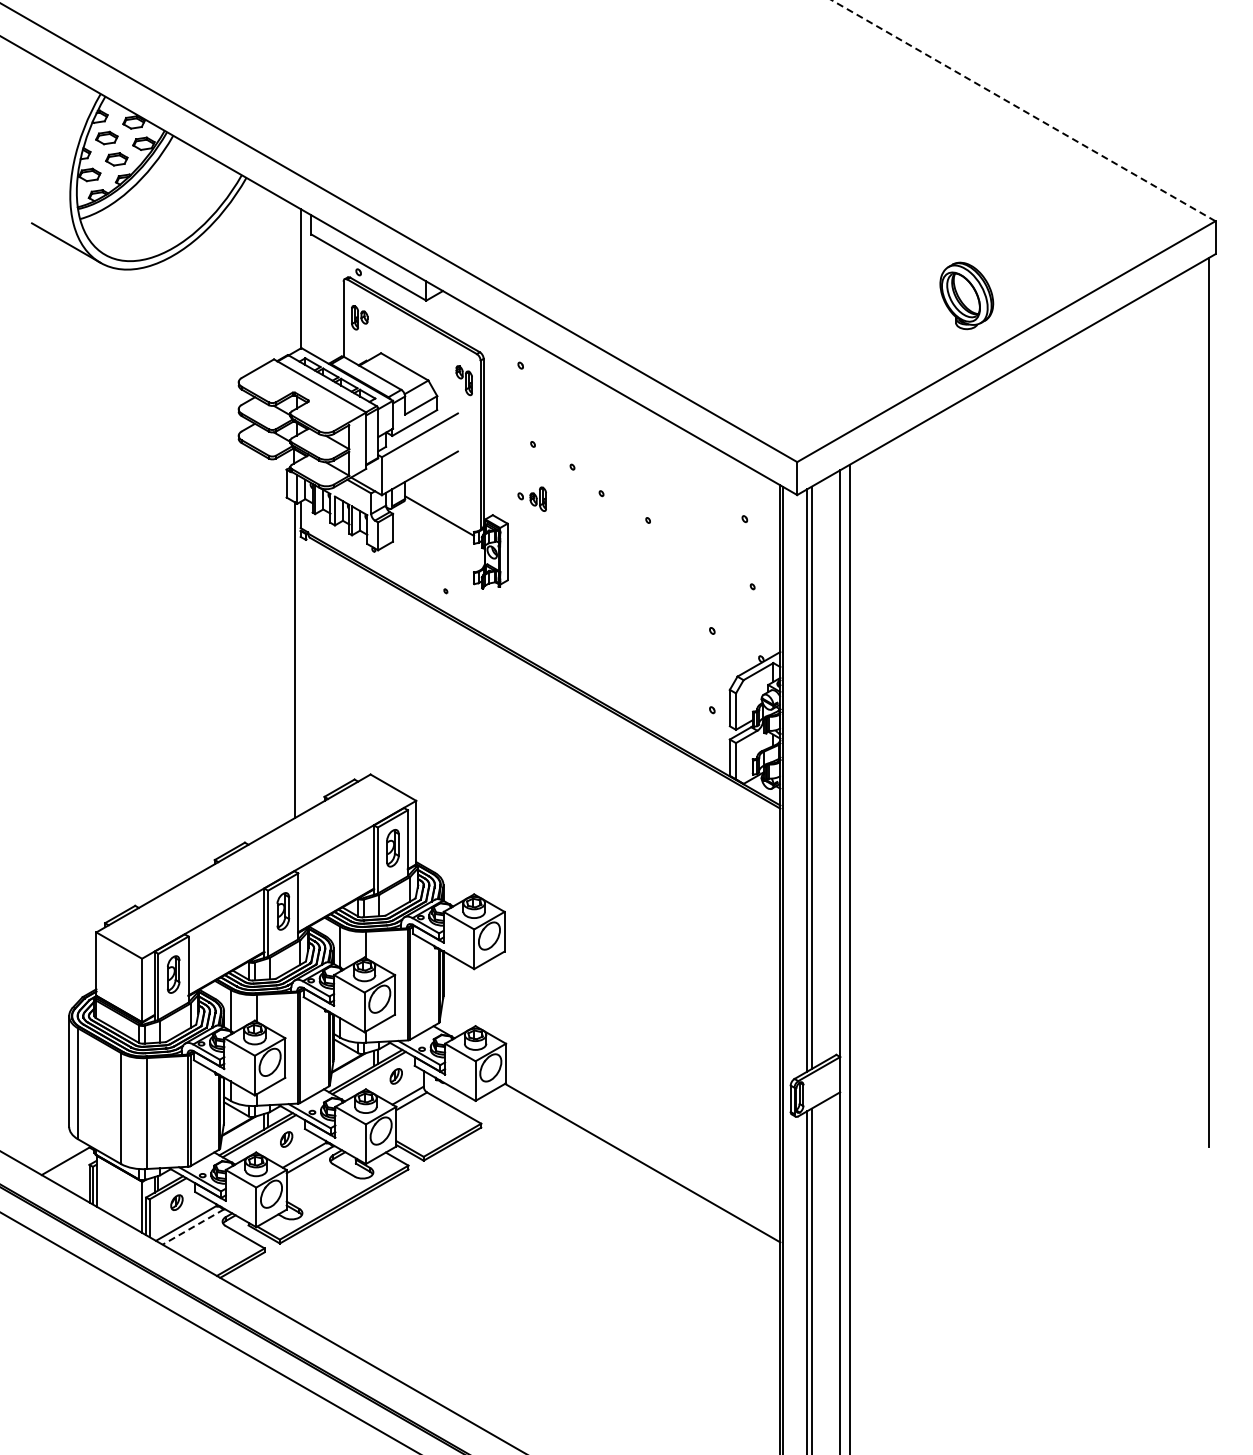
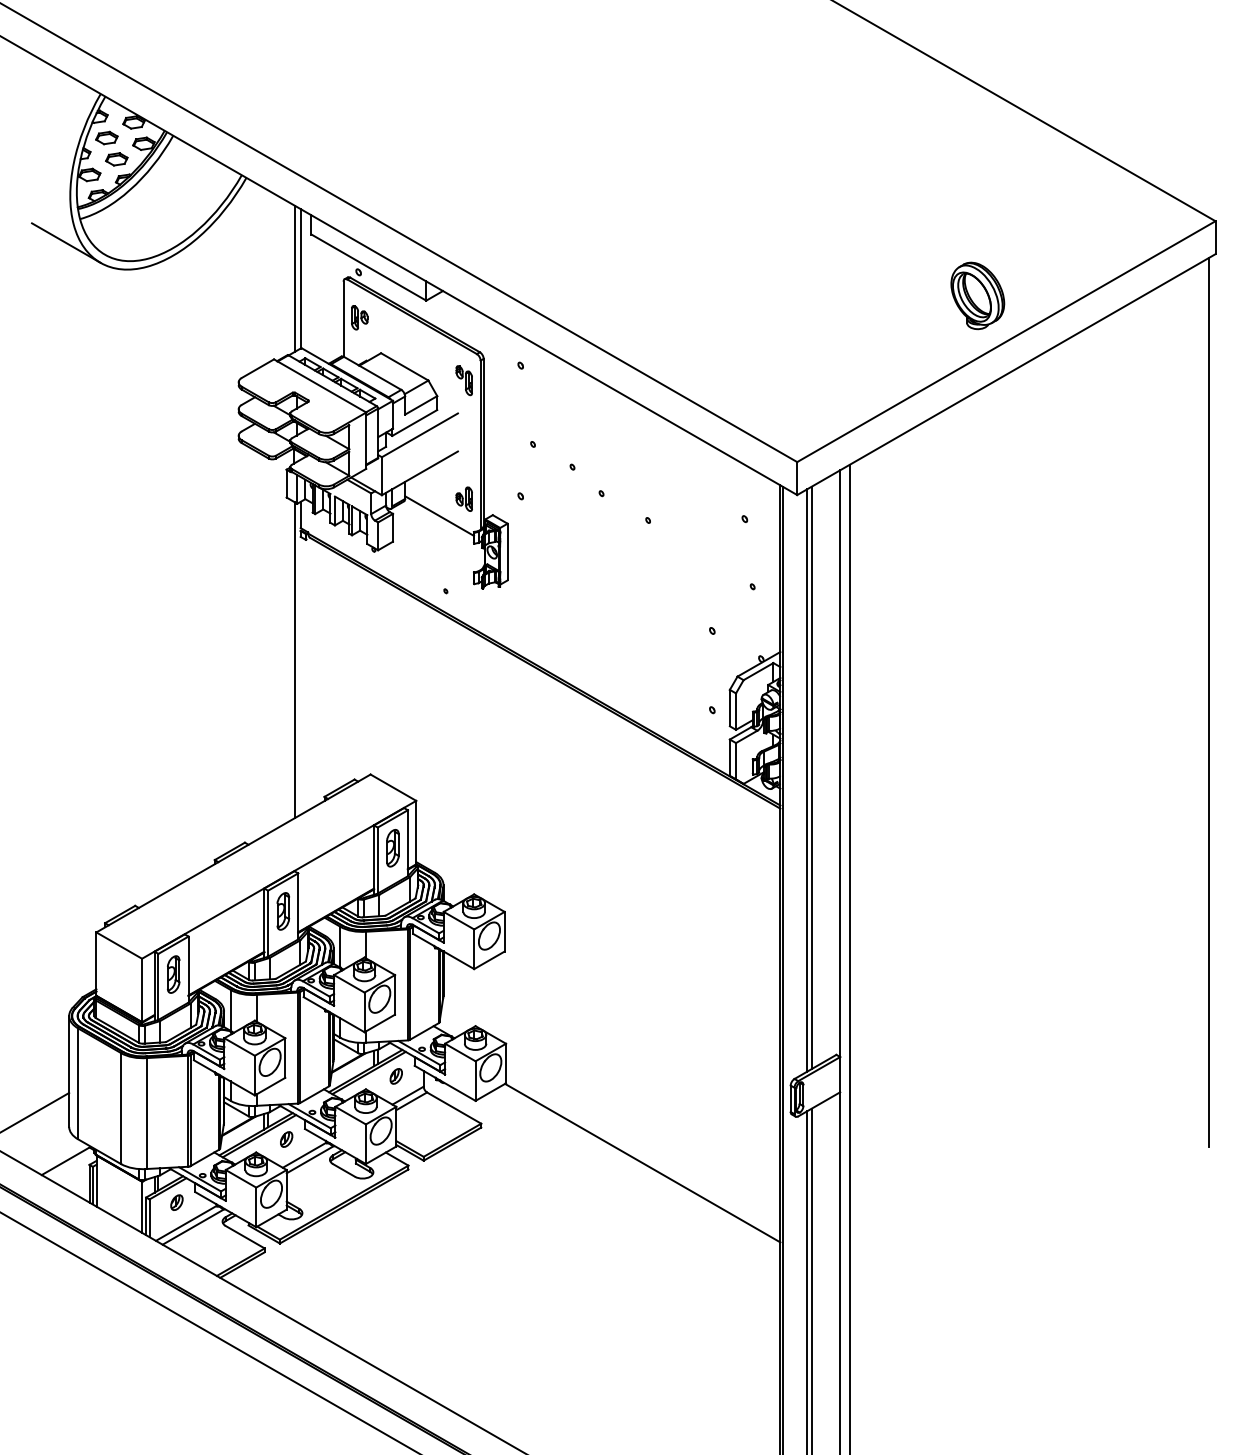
line at (1023, 110): dashed -> solid
line at (295, 278): none -> present
part at (966, 295) position: (966, 295) -> (977, 295)
part at (537, 498) position: (537, 498) -> (463, 498)
line at (35, 1111): none -> present
line at (192, 1227): dashed -> solid
